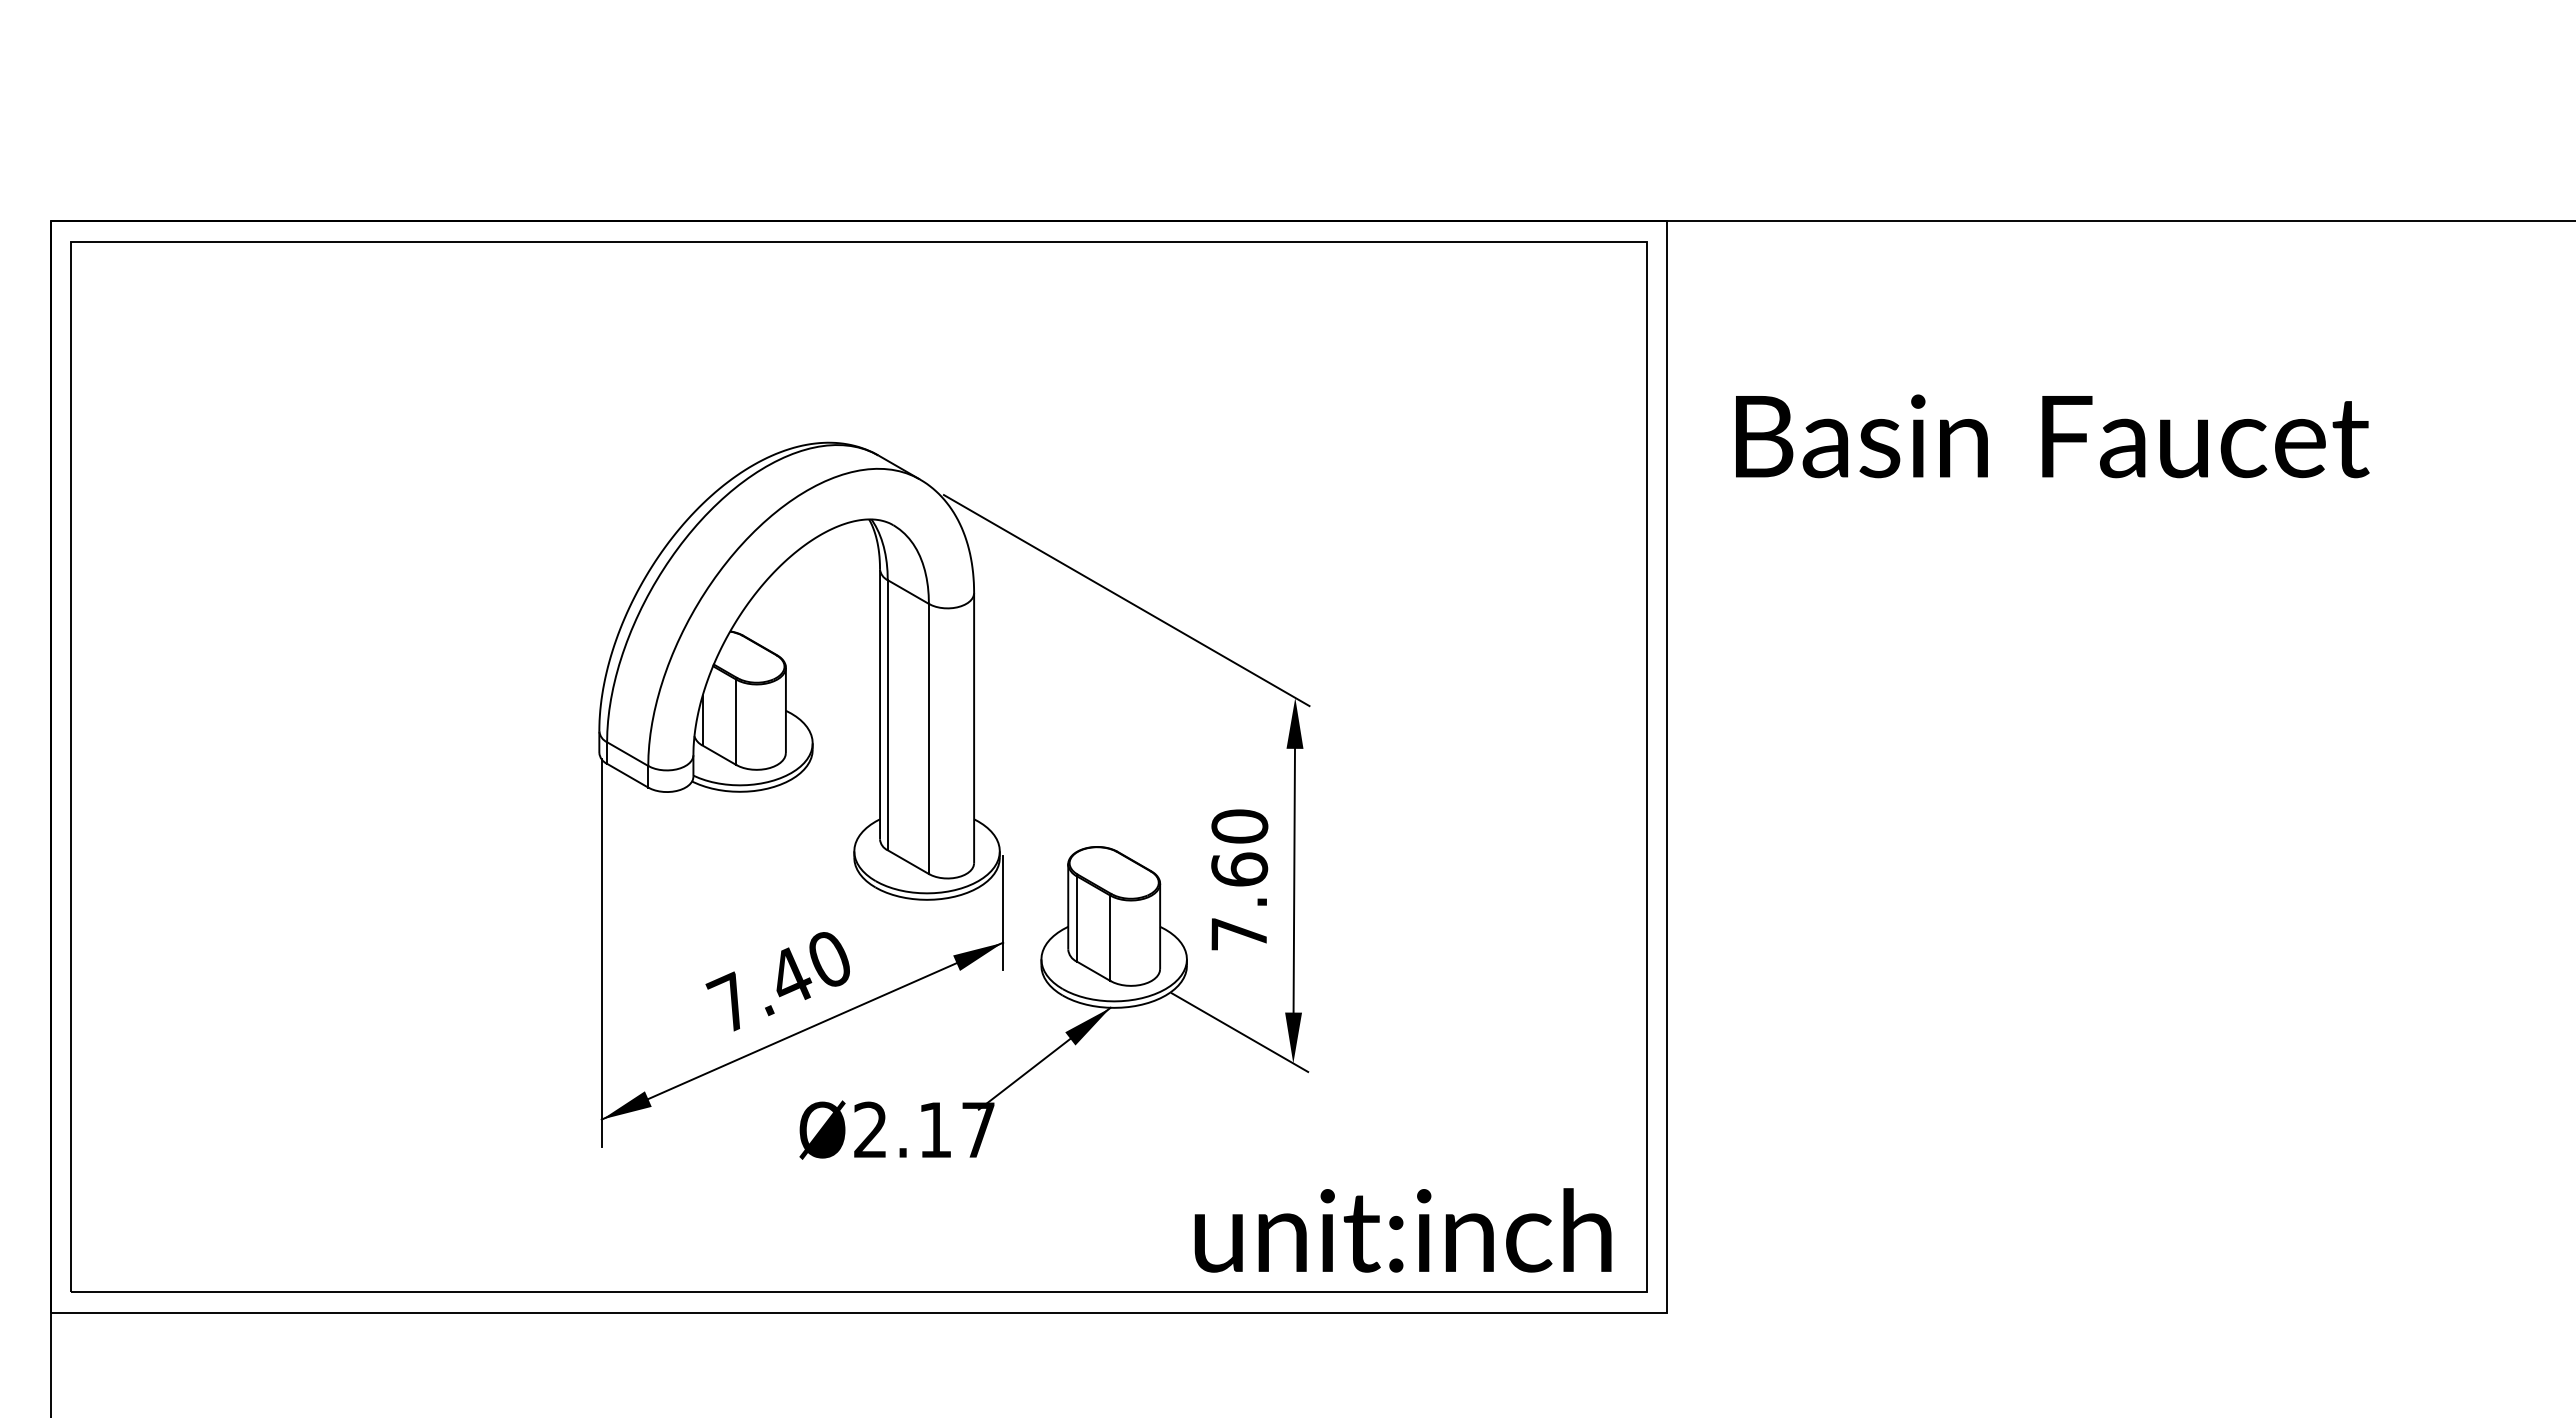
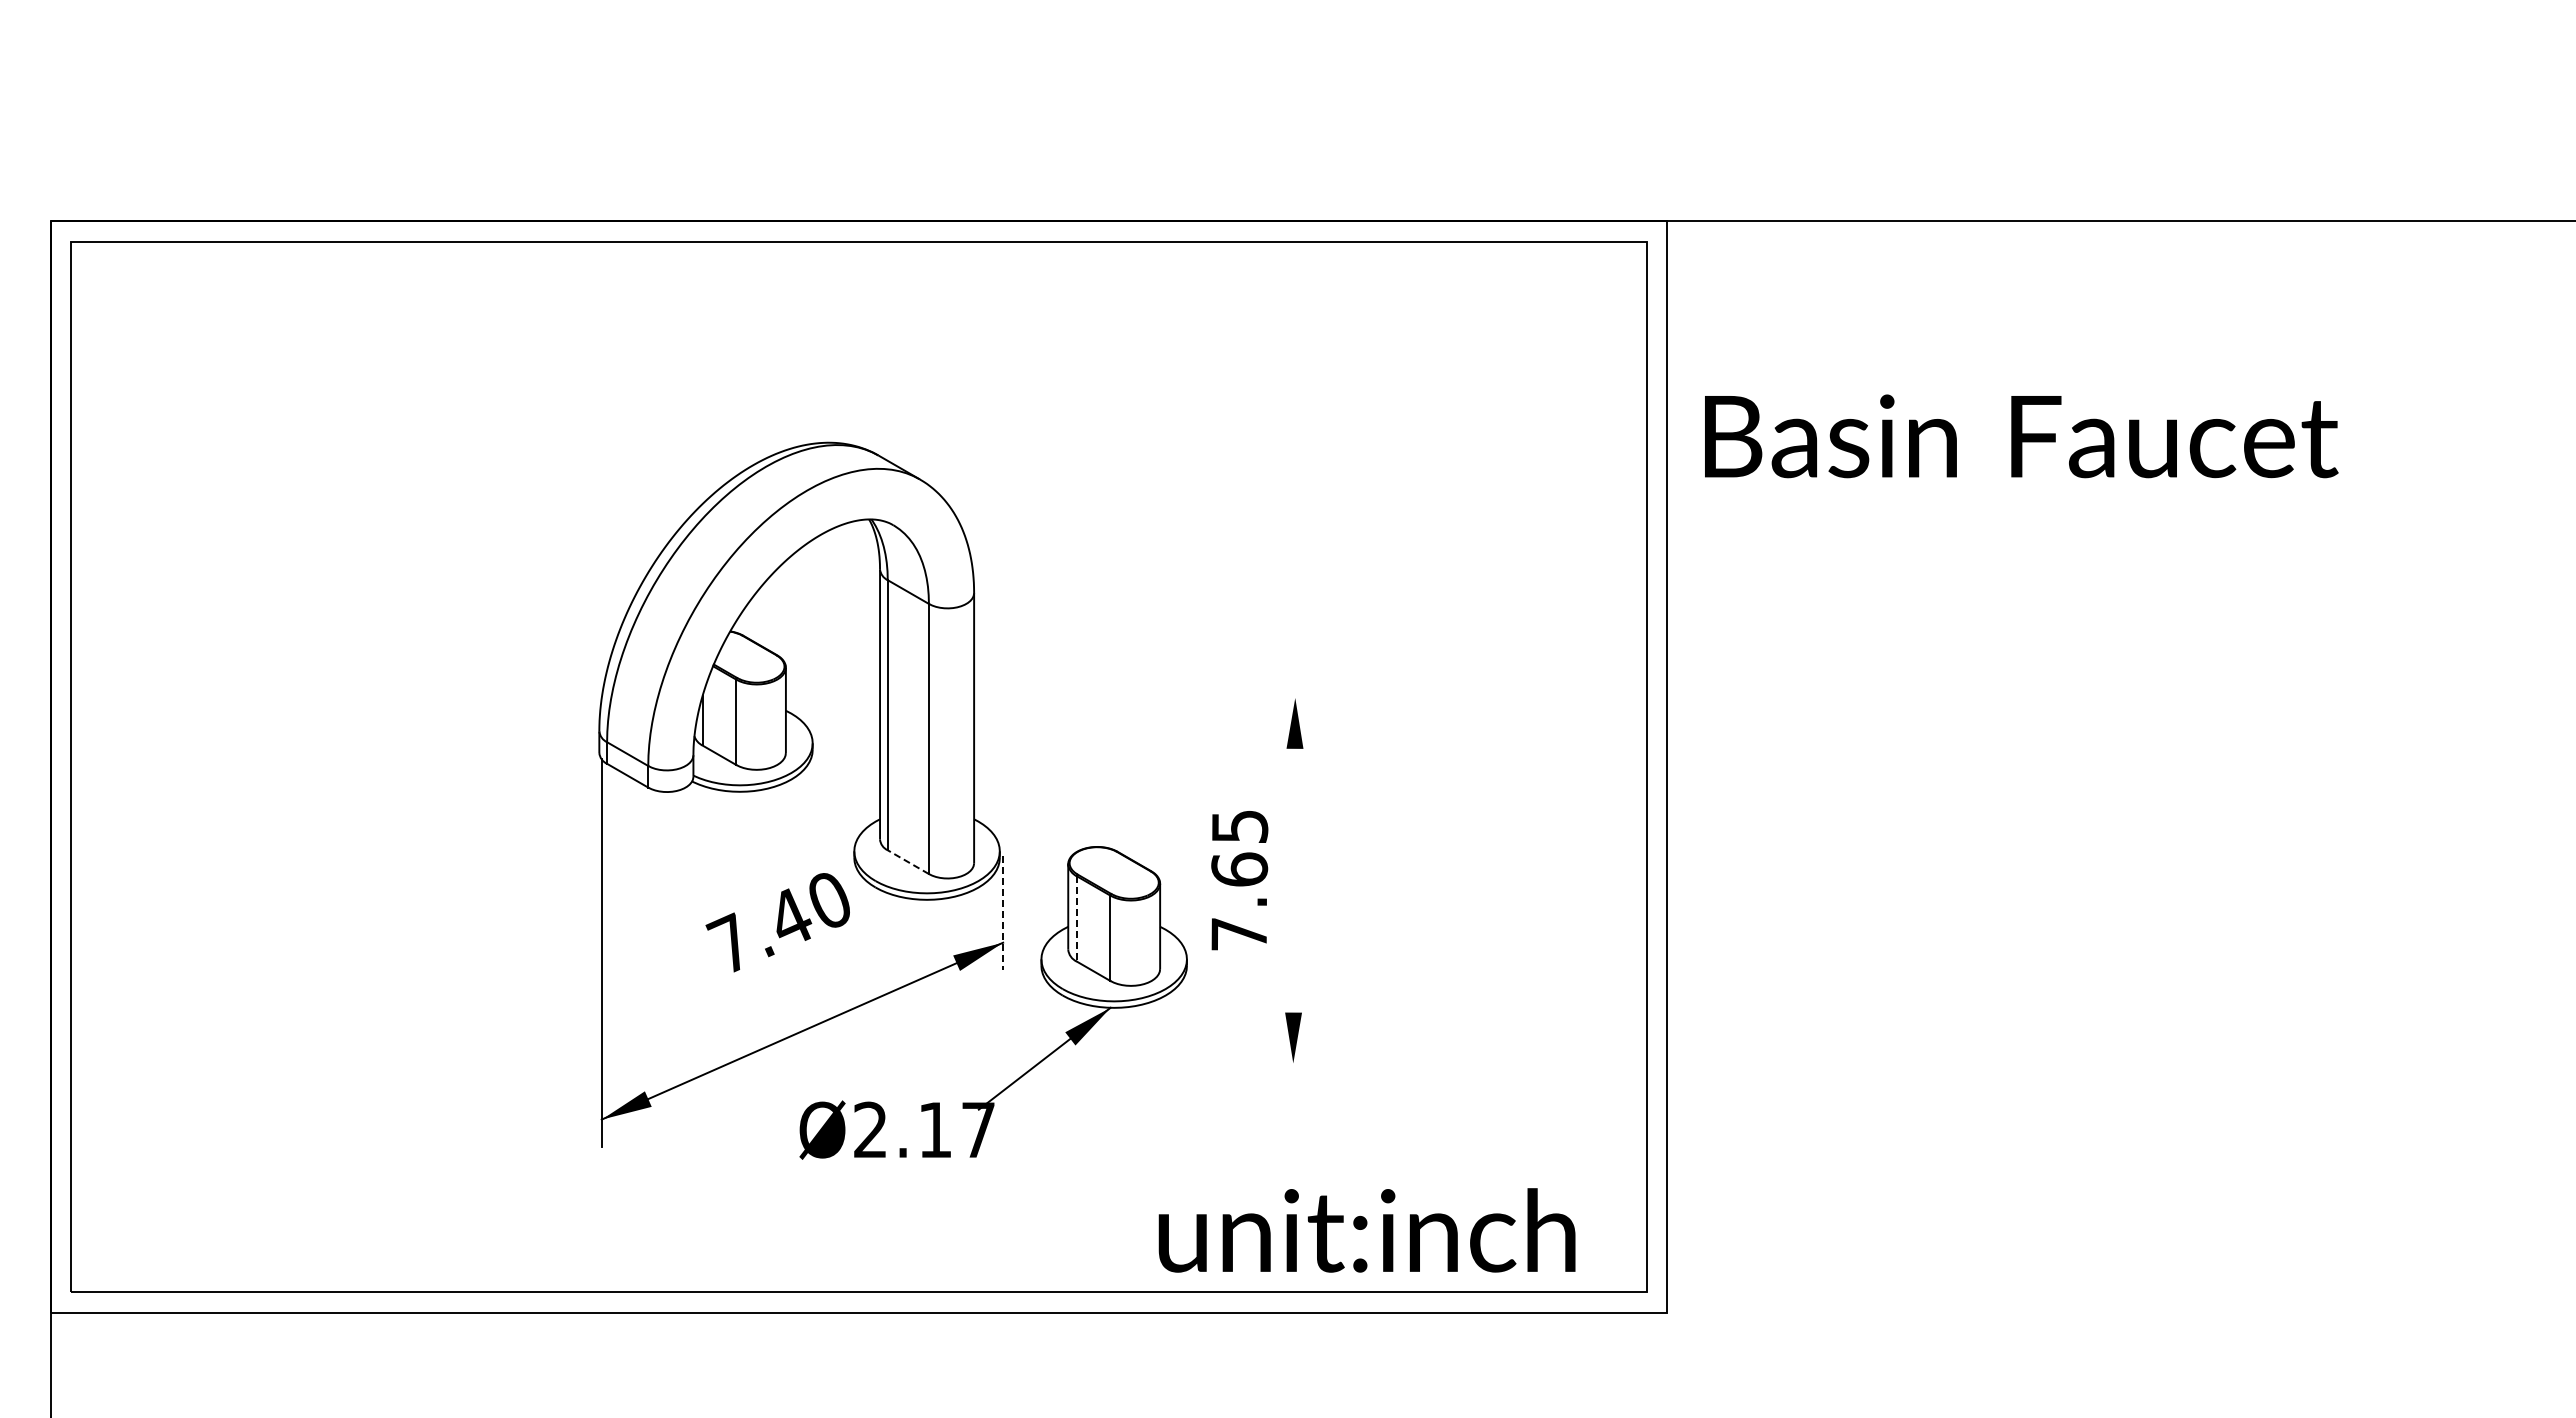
text at (2052, 436) position: (2052, 436) -> (2021, 436)
line at (1126, 600): present -> none
text at (1239, 826): 7.60 -> 7.65
line at (908, 862): solid -> dashed
line at (1294, 880): present -> none
line at (1003, 913): solid -> dashed
line at (1076, 918): solid -> dashed
text at (777, 981) position: (777, 981) -> (777, 922)
line at (1239, 1032): present -> none
text at (1402, 1230) position: (1402, 1230) -> (1366, 1230)
